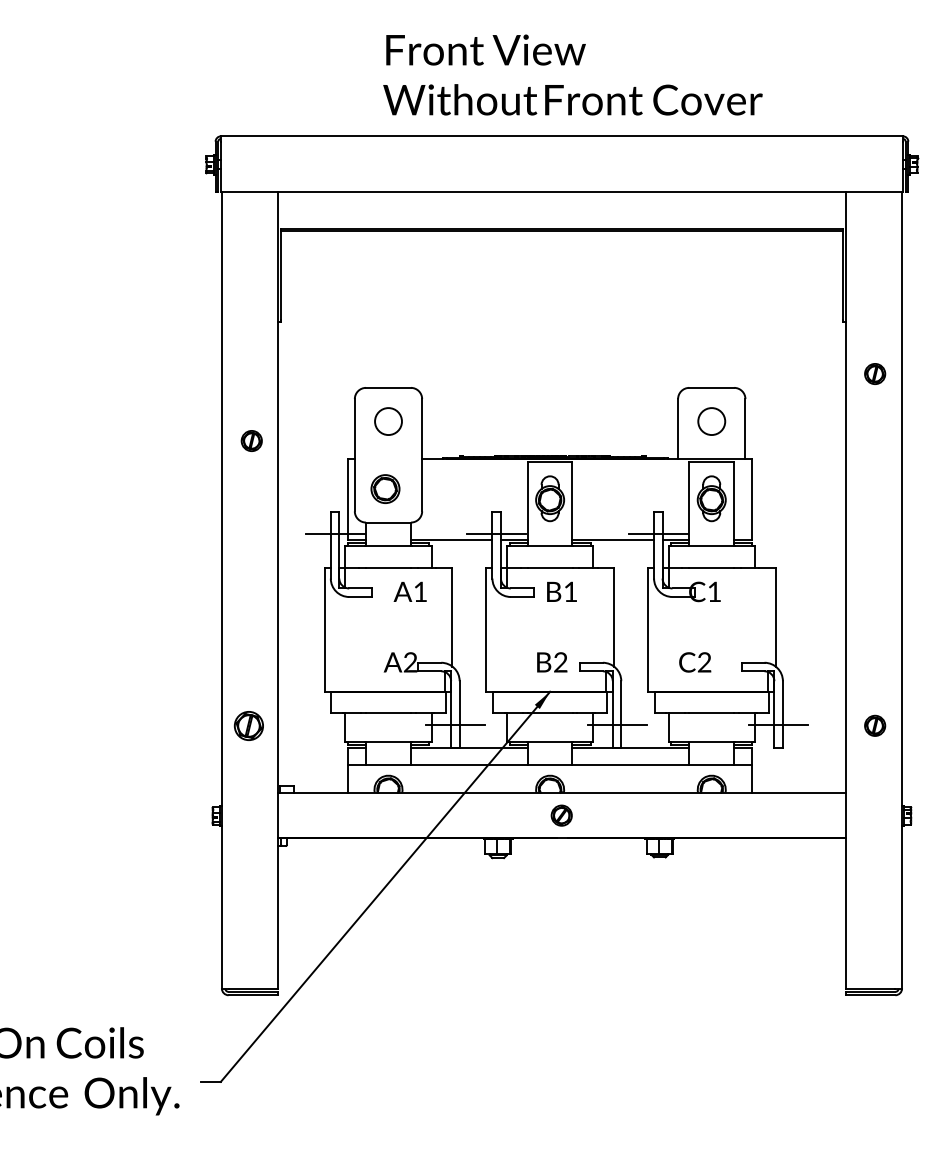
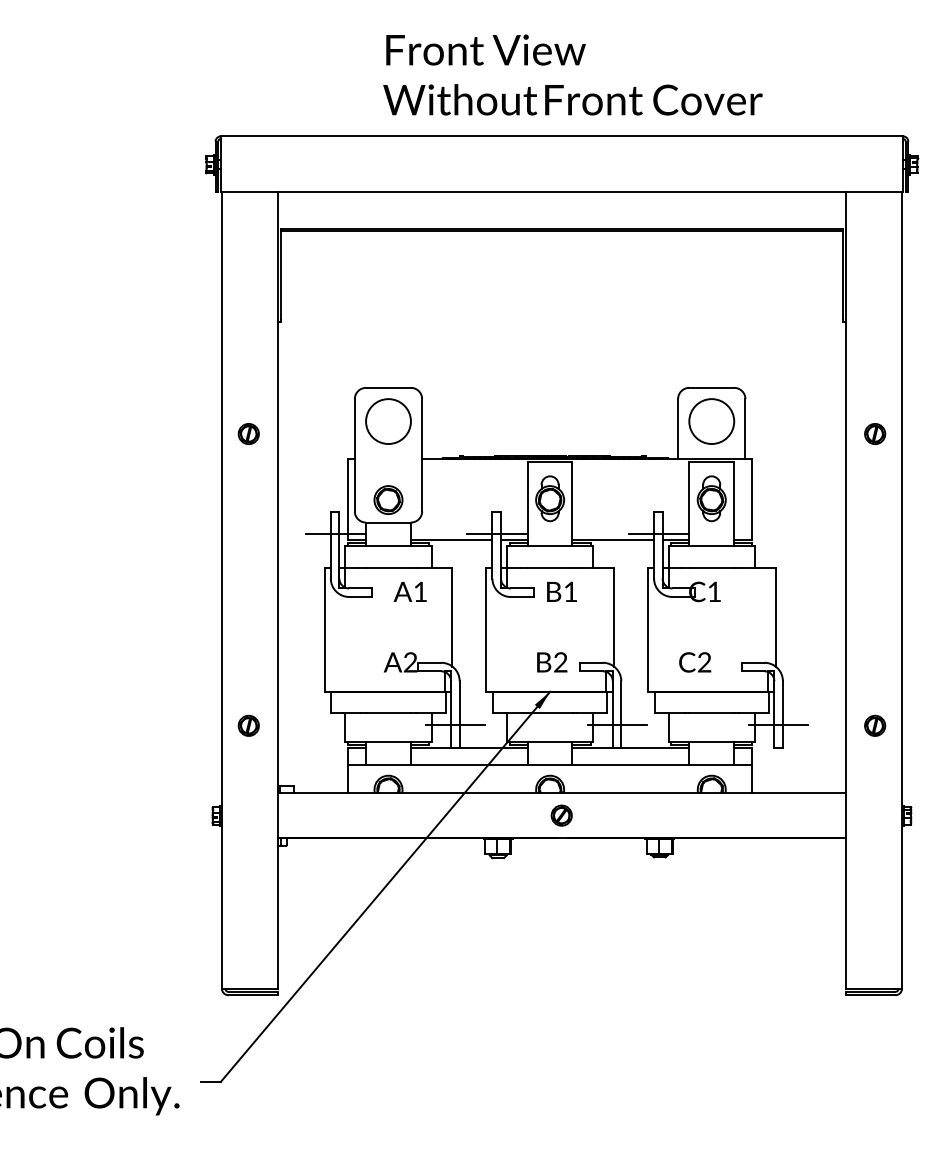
part at (875, 373) position: (875, 373) -> (875, 433)
circle at (388, 421) diameter: 27 px -> 45 px
circle at (711, 421) diameter: 27 px -> 45 px
part at (251, 440) position: (251, 440) -> (248, 433)
part at (385, 488) position: (385, 488) -> (388, 499)
part at (248, 725) size: 31x30 px -> 23x23 px
